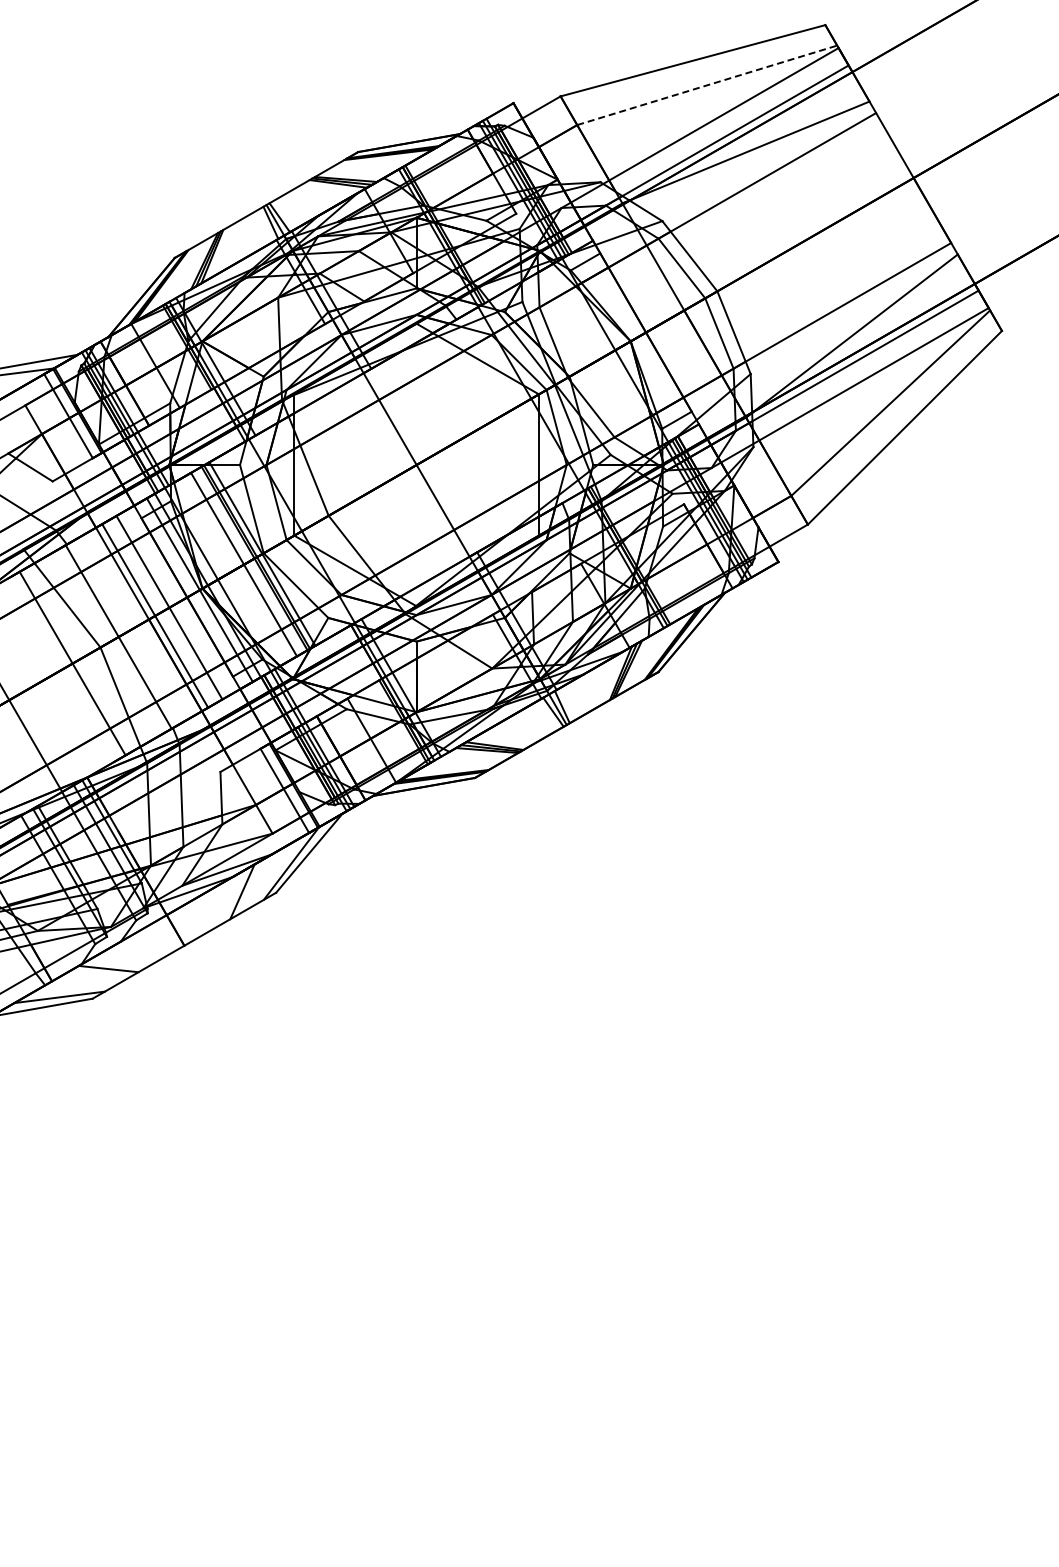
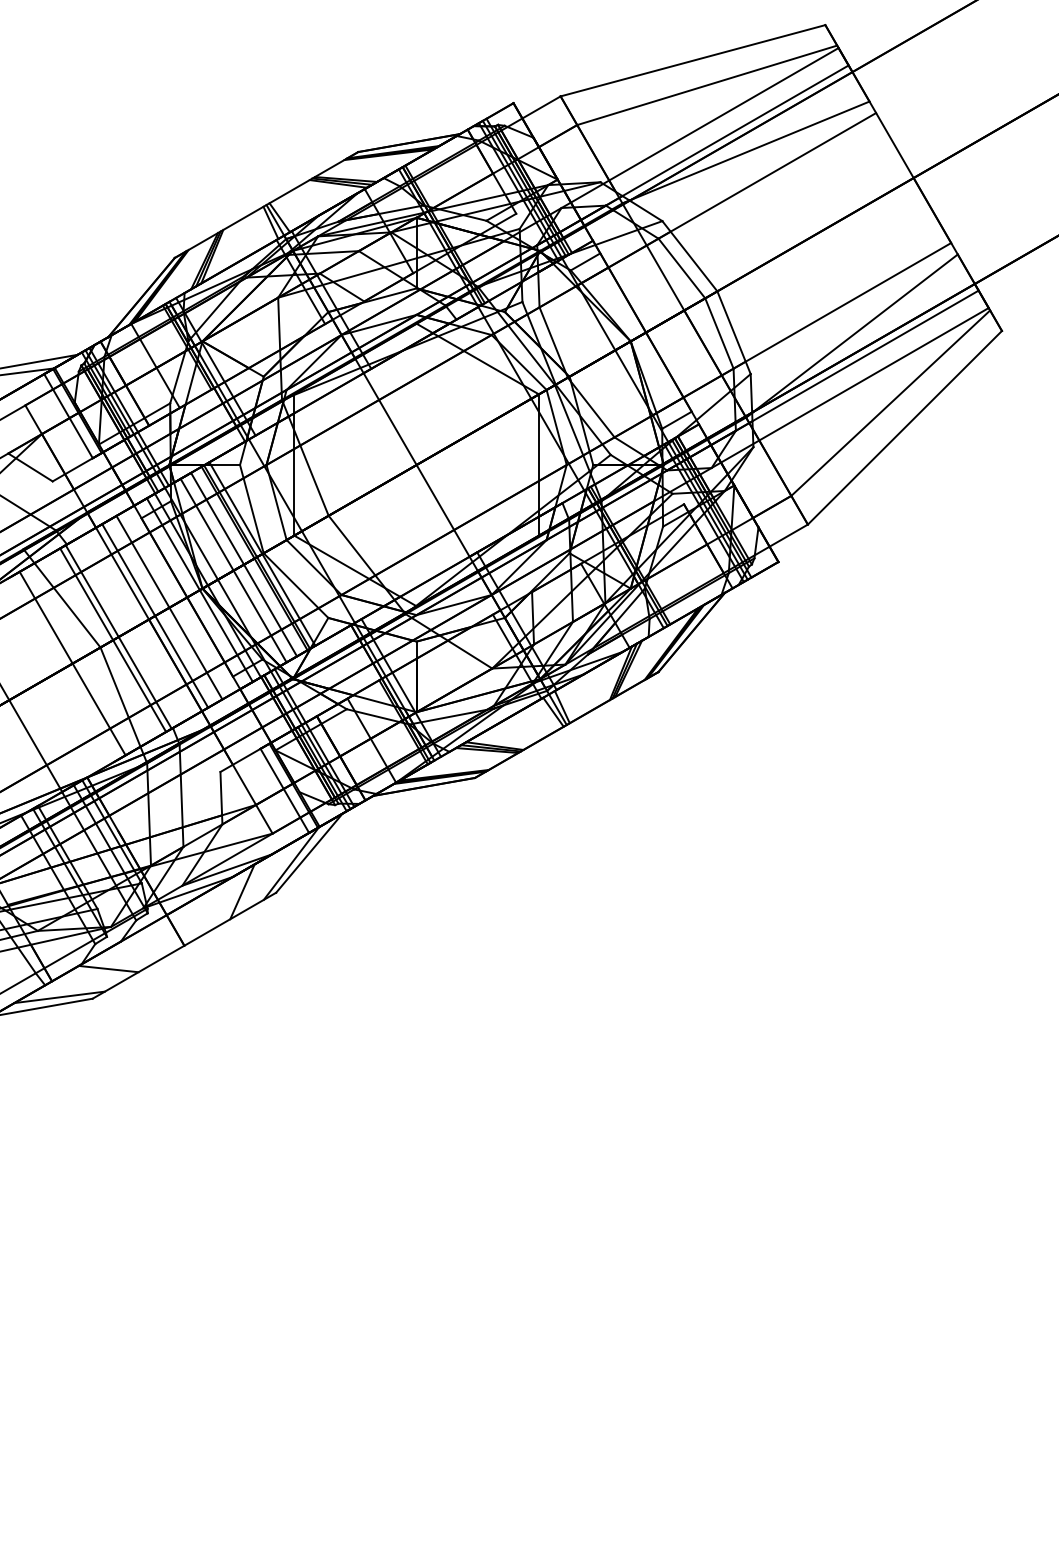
line at (707, 85): dashed -> solid
line at (233, 570): none -> present
line at (113, 639): none -> present
